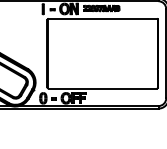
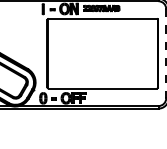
line at (166, 53): solid -> dashed
